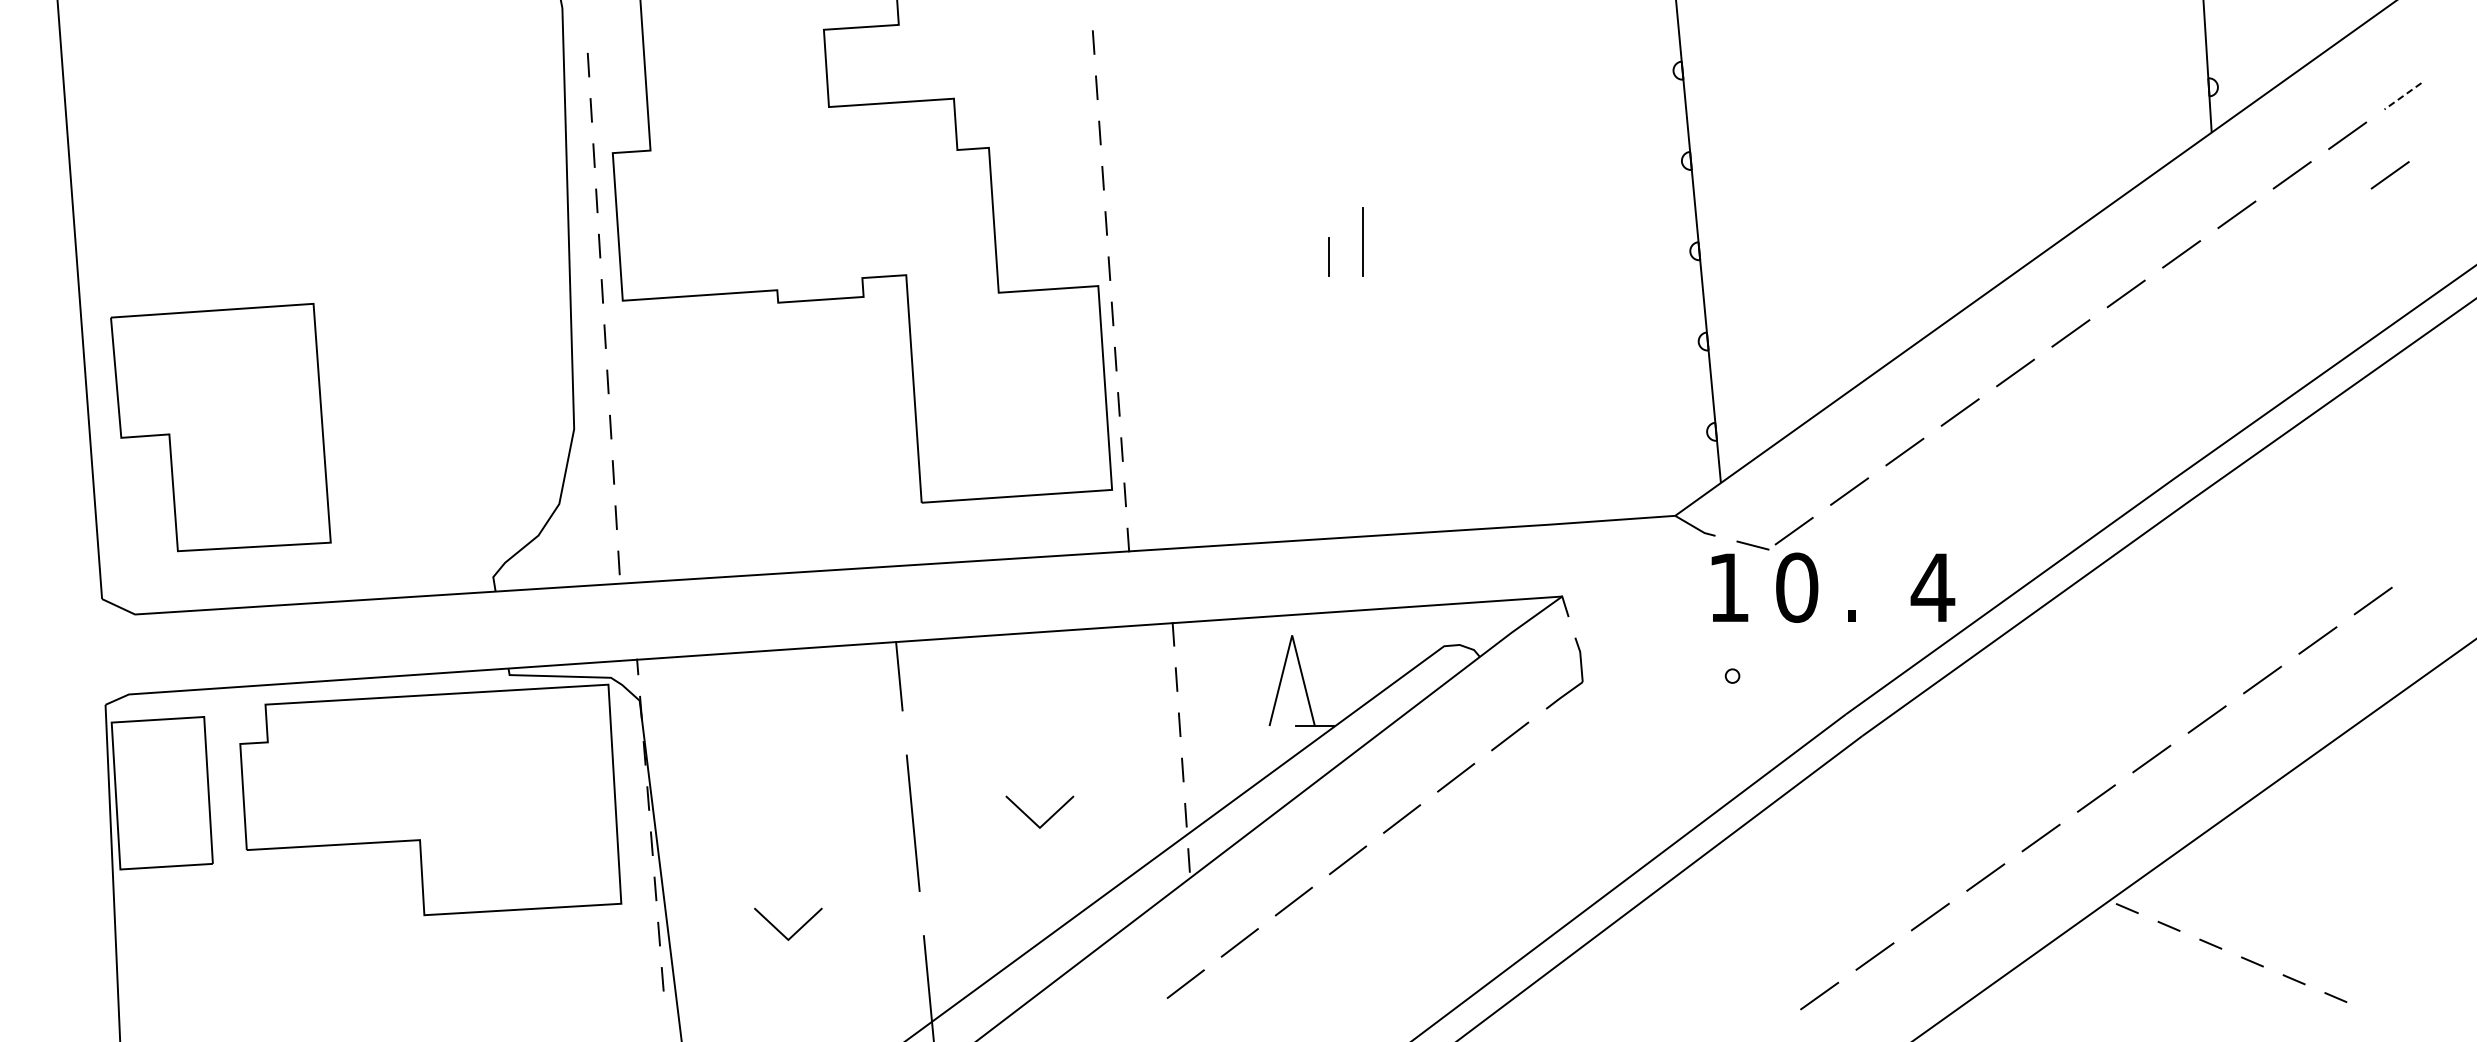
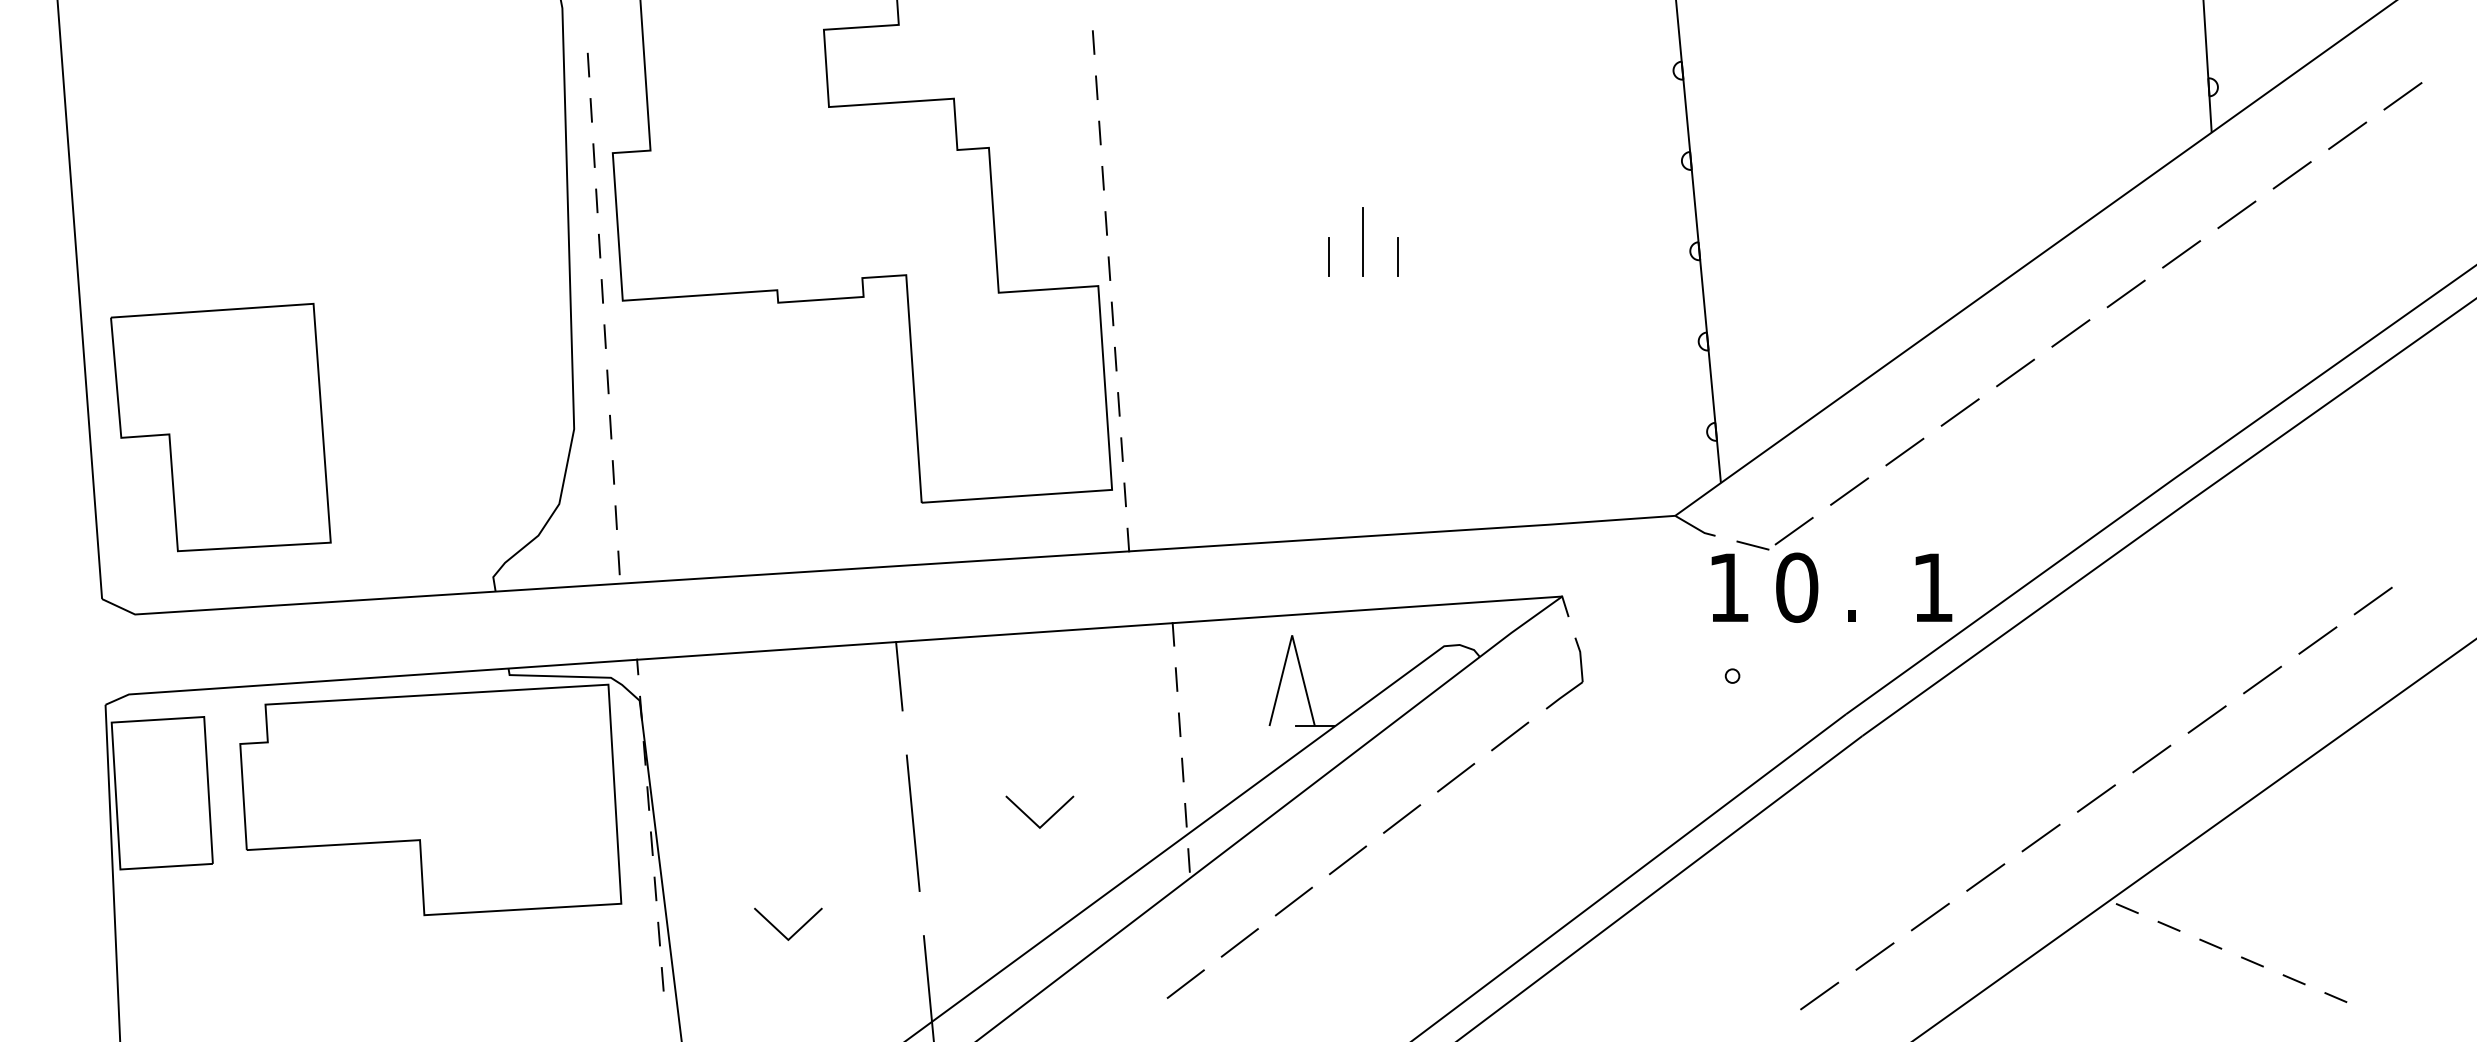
line at (2402, 96): dashed -> solid
line at (2389, 175): present -> none
line at (1397, 256): none -> present
text at (1932, 587): 4 -> 1
